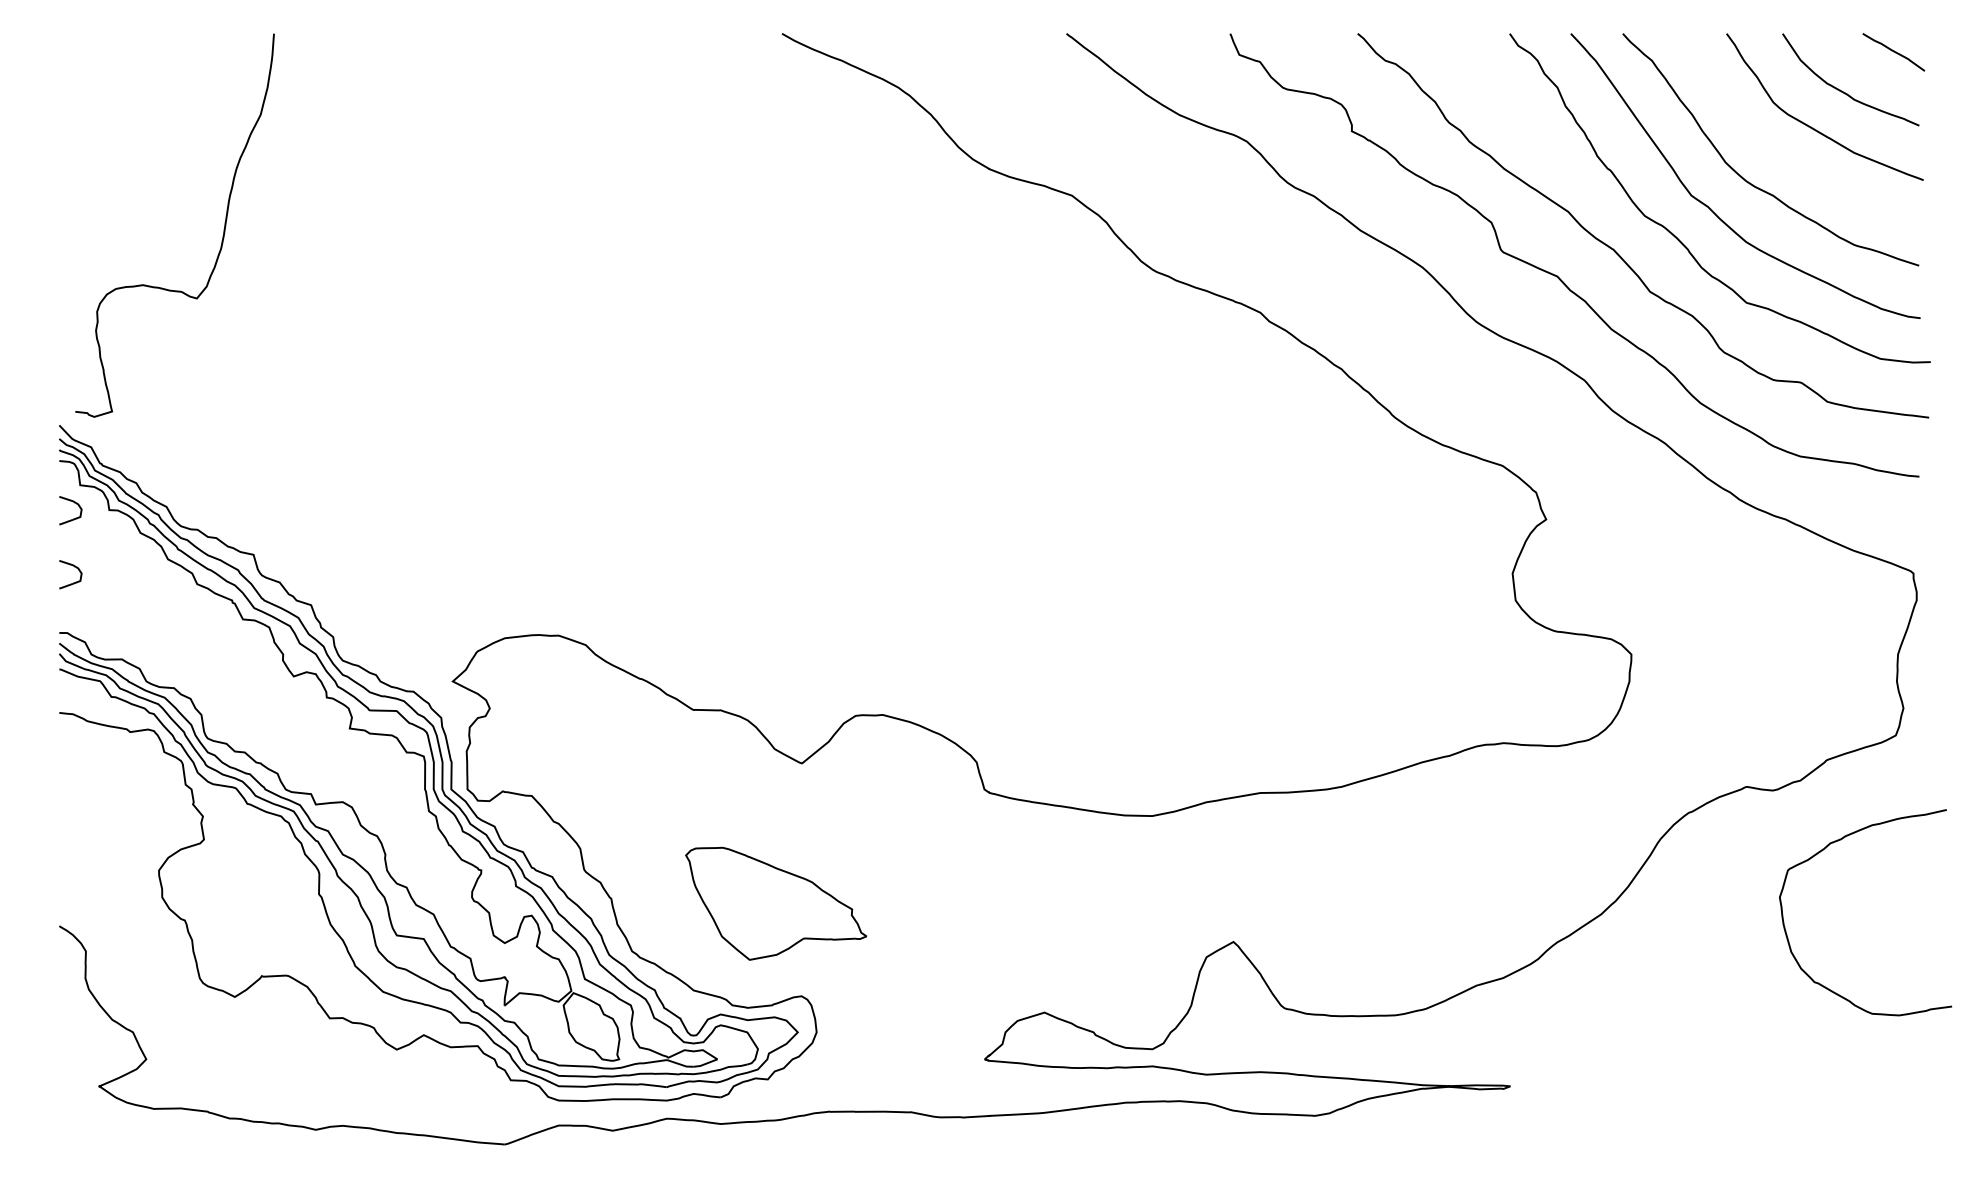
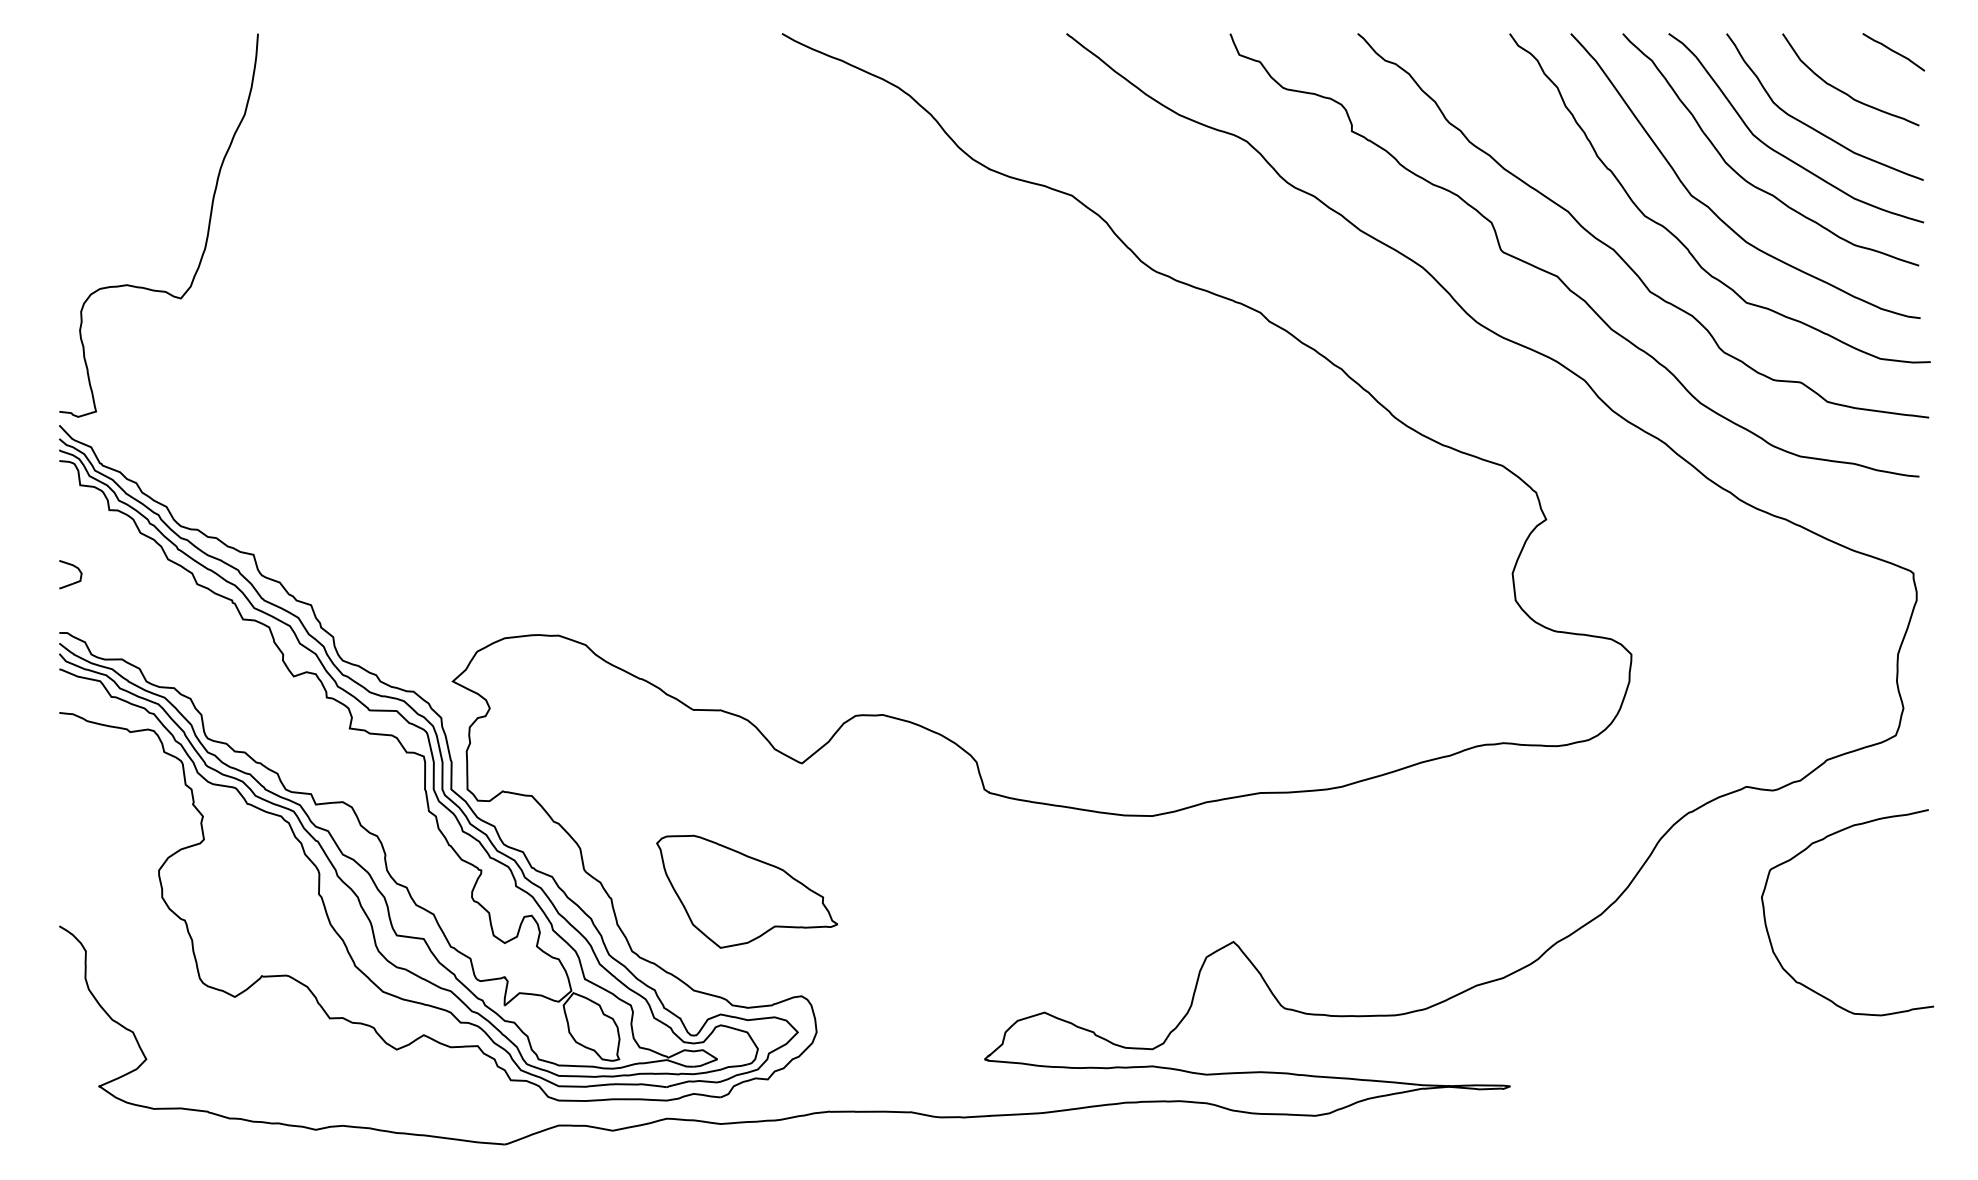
curve at (1783, 154): none -> present
curve at (222, 235) position: (222, 235) -> (206, 235)
part at (74, 503): present -> none
curve at (1822, 851) position: (1822, 851) -> (1804, 851)
part at (775, 903) position: (775, 903) -> (746, 891)
